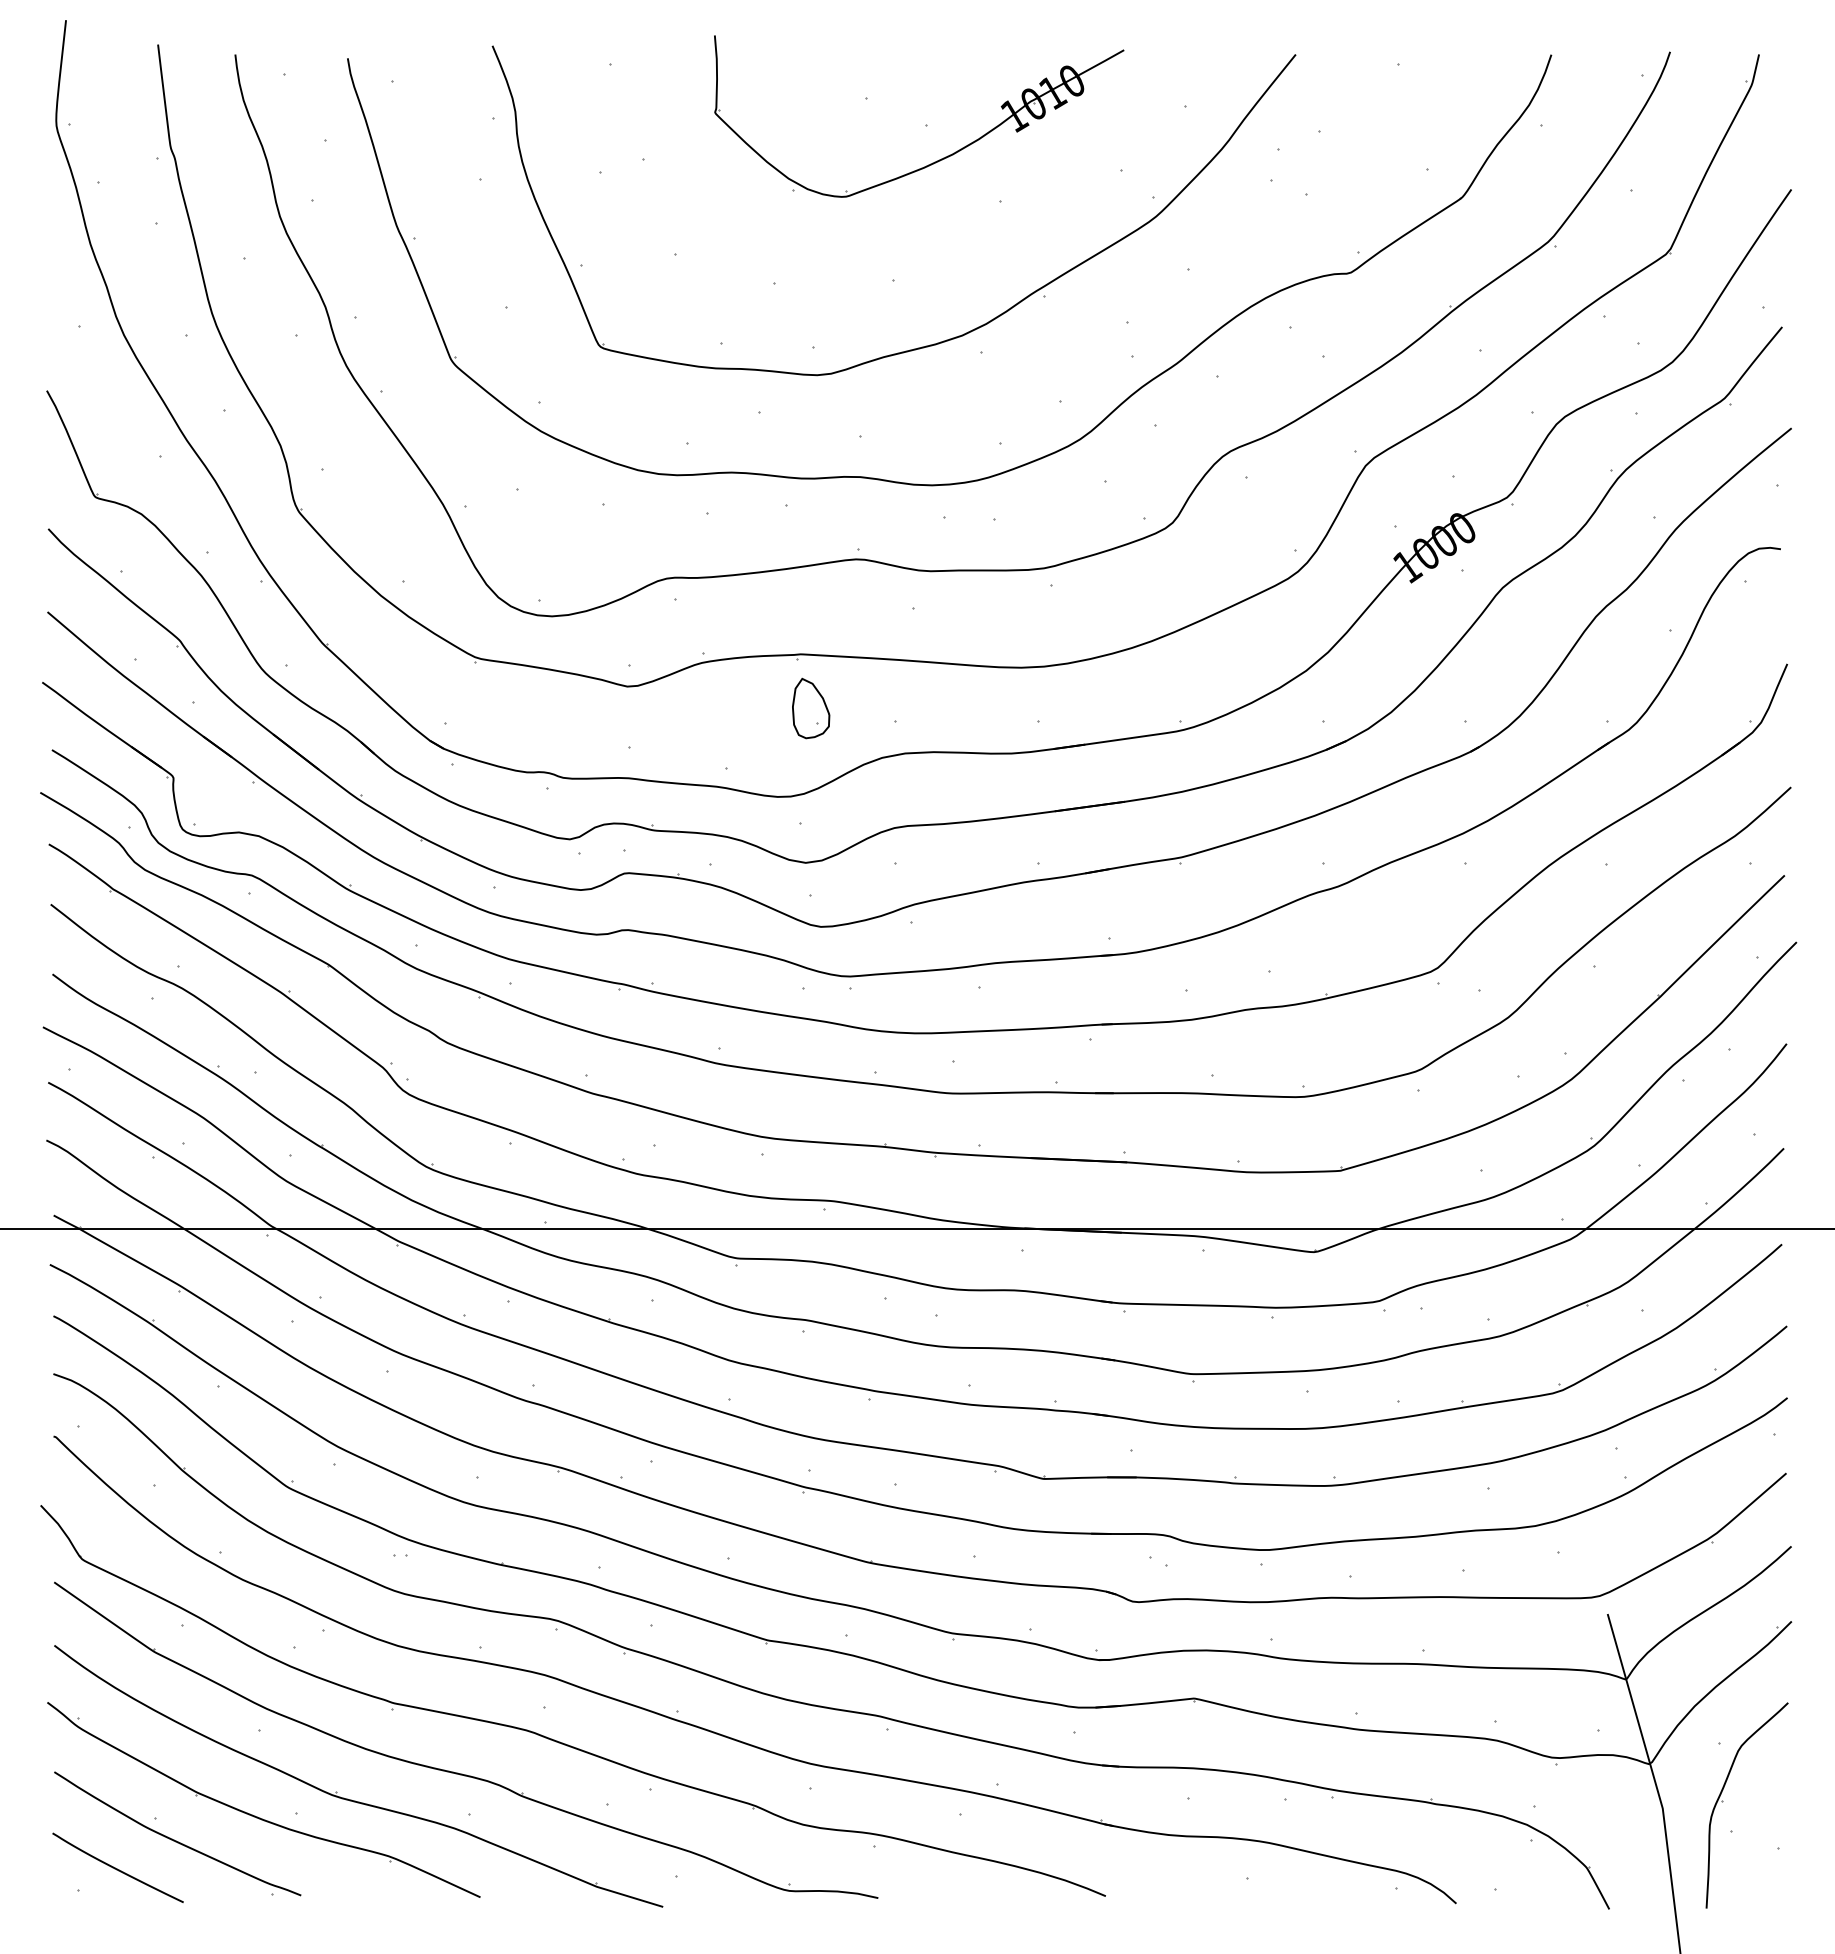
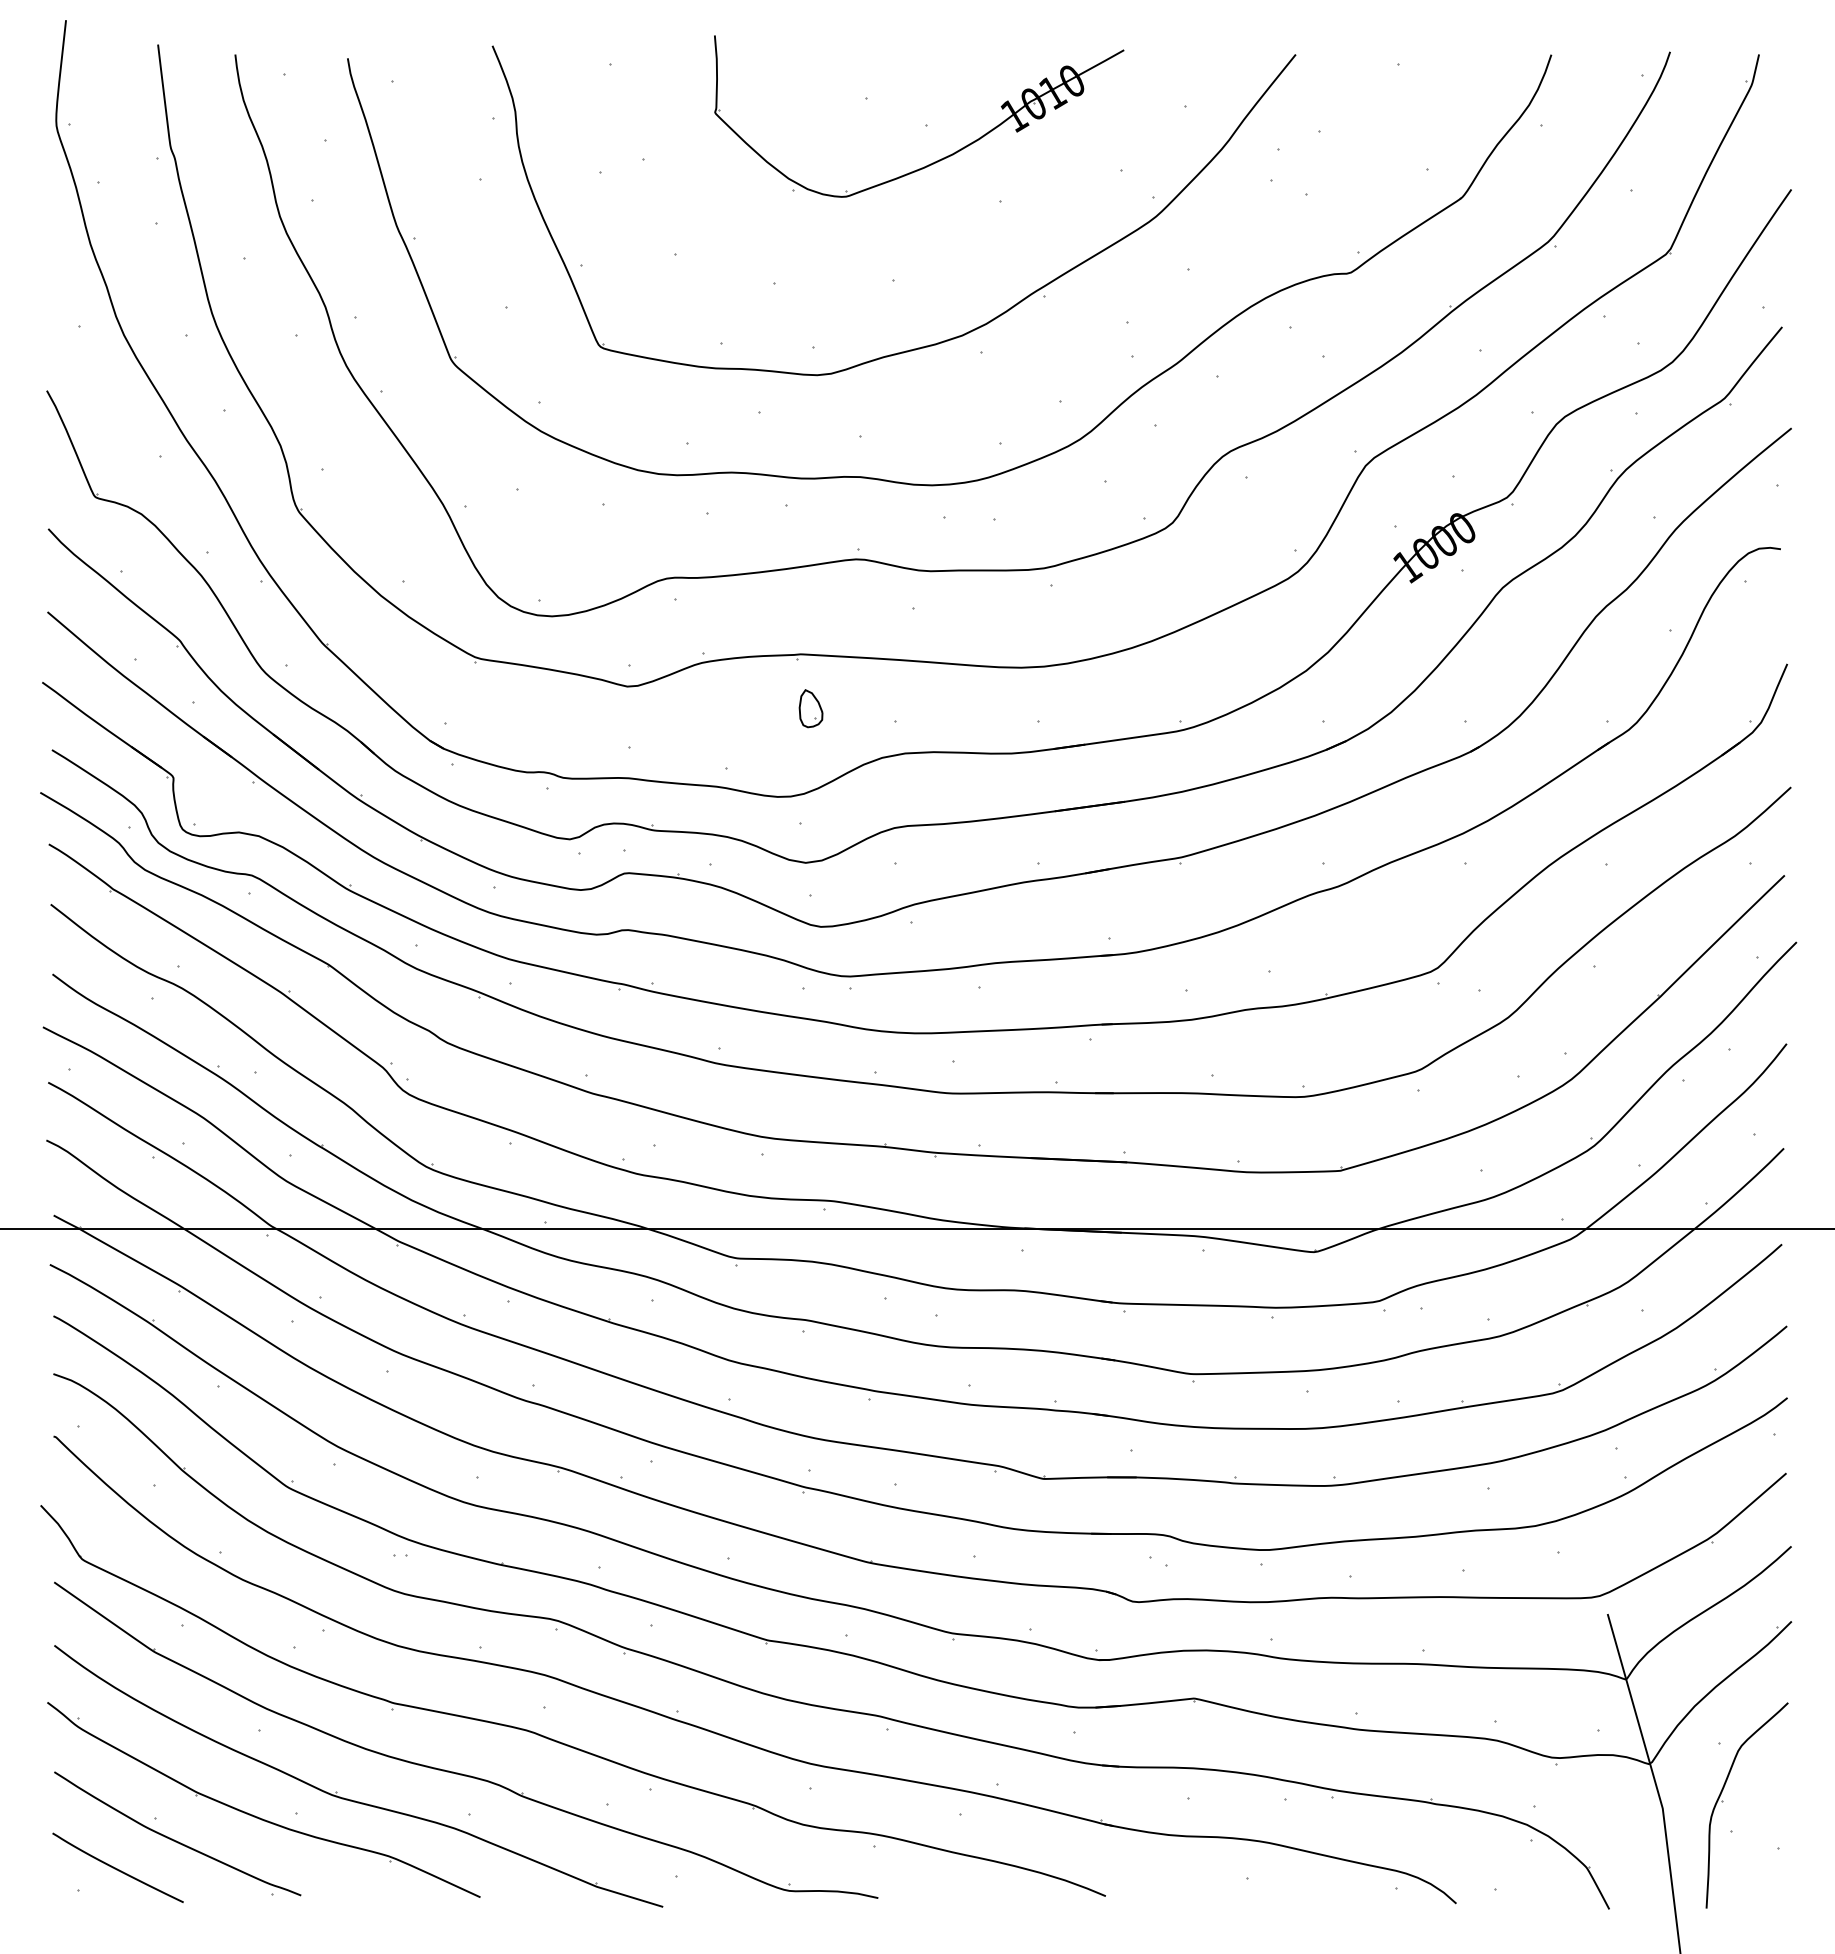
part at (811, 708) size: 39x63 px -> 26x40 px
